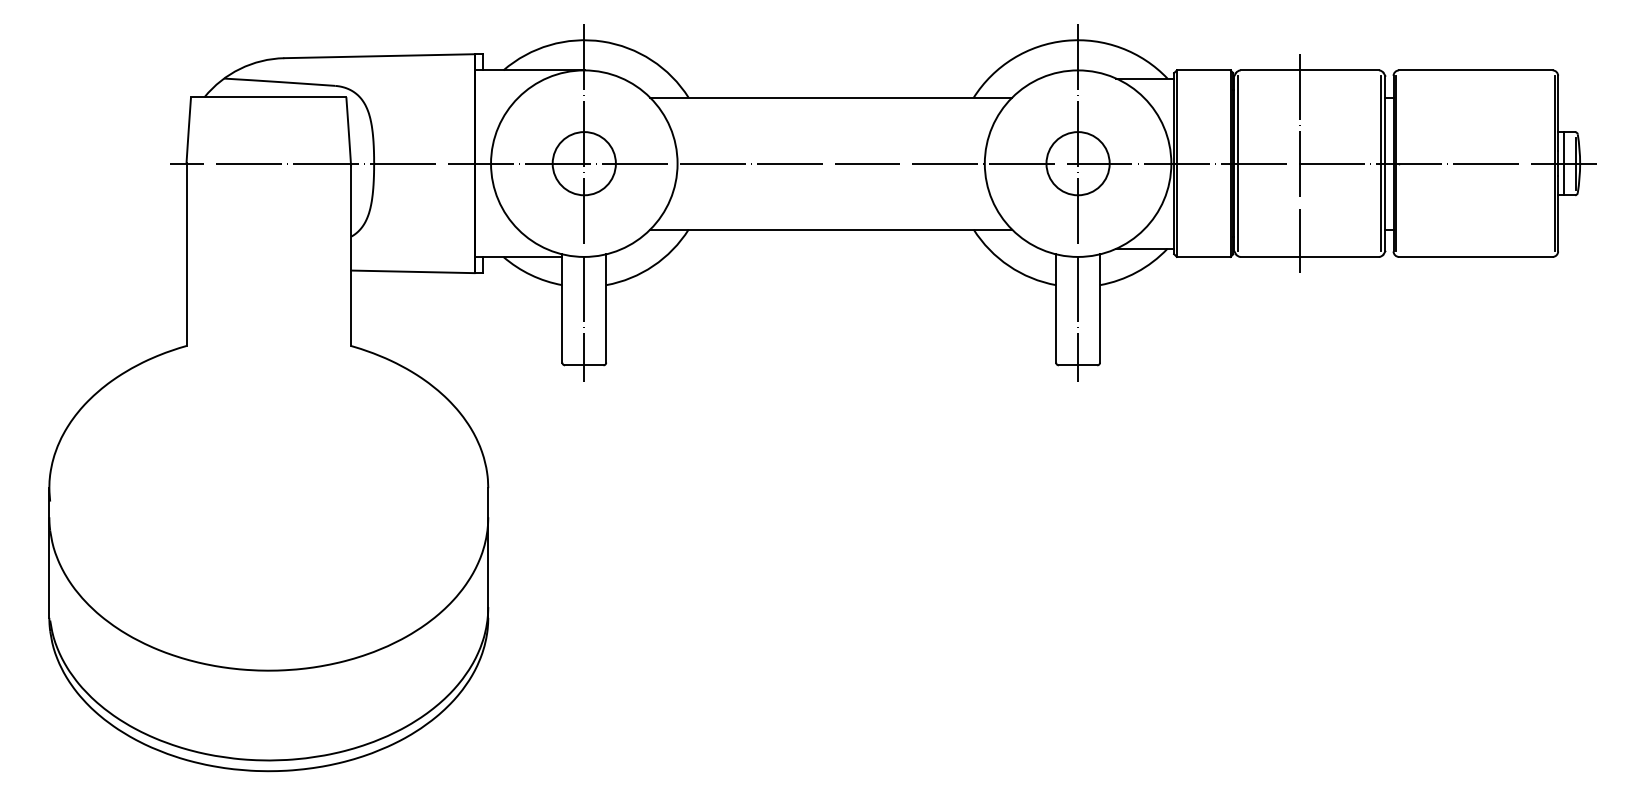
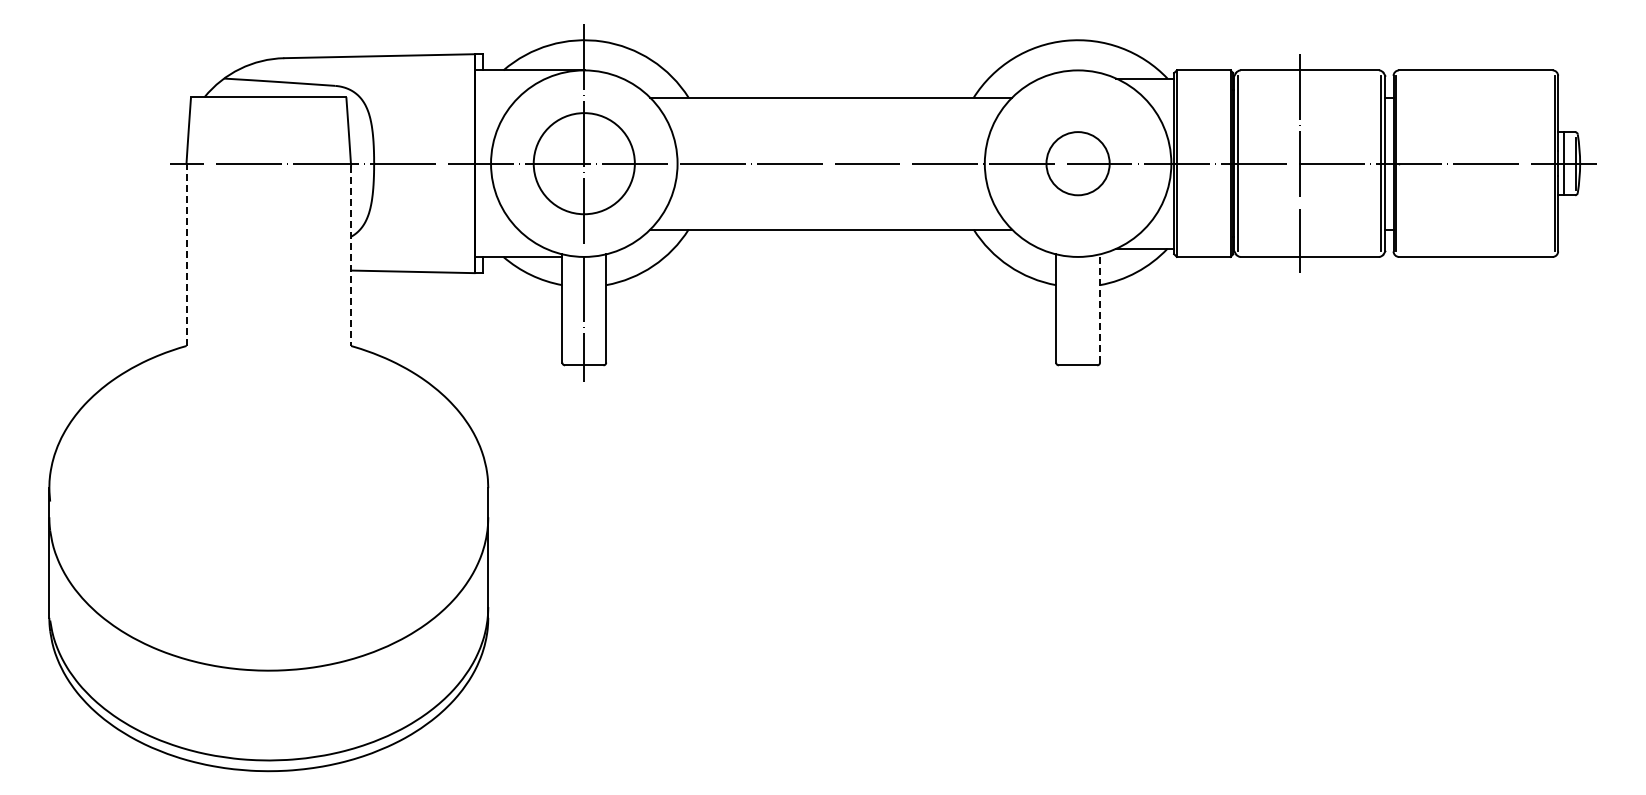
circle at (583, 163) diameter: 63 px -> 101 px
line at (1078, 202): present -> none
line at (186, 255): solid -> dashed
line at (351, 256): solid -> dashed
line at (1100, 307): solid -> dashed
